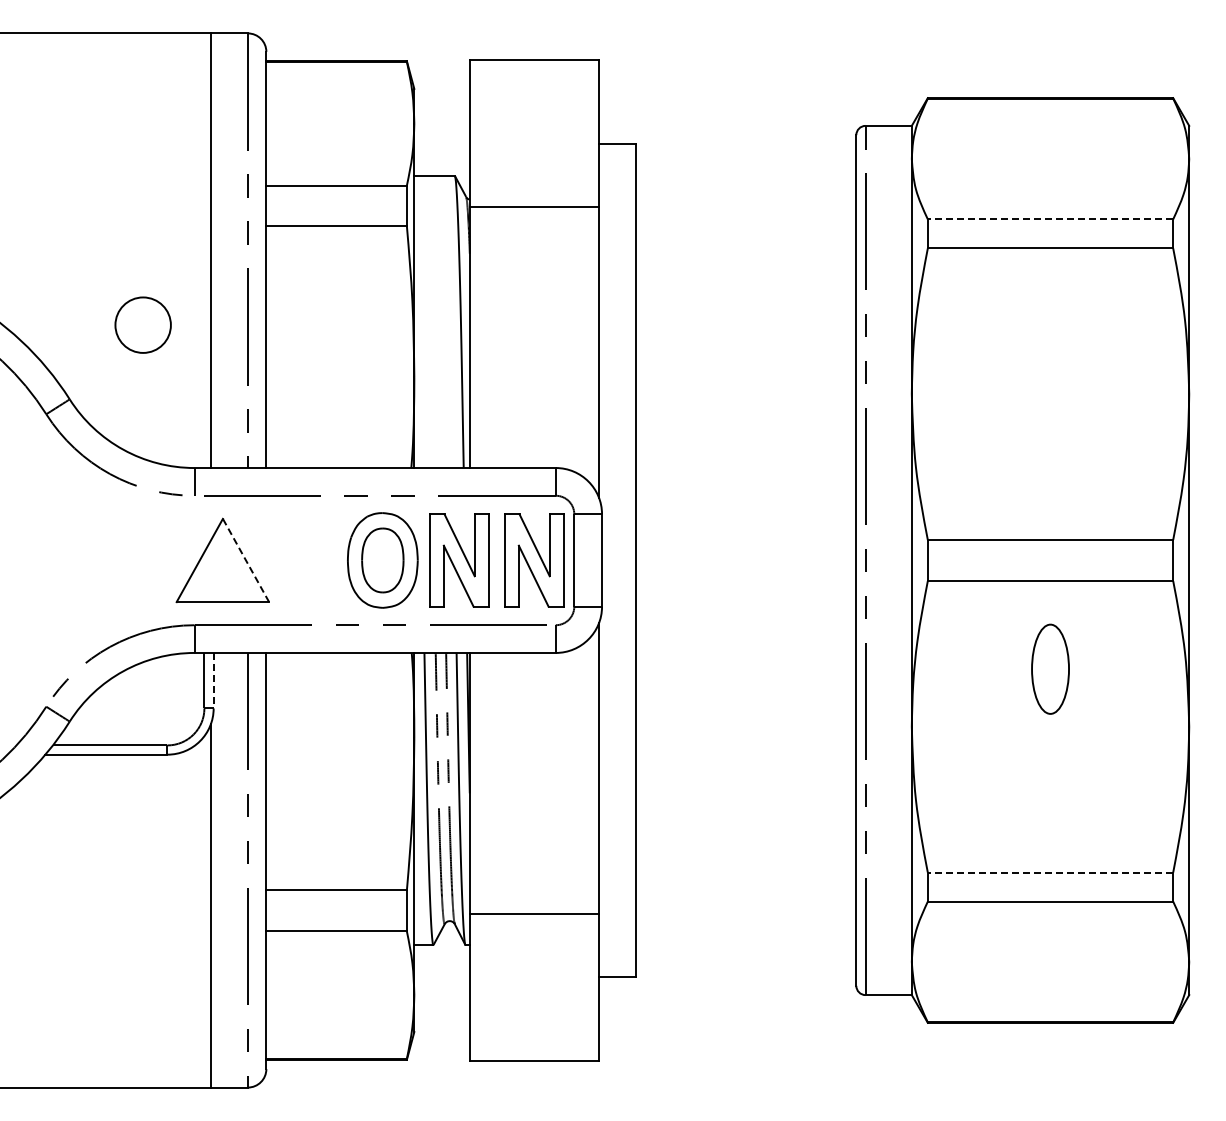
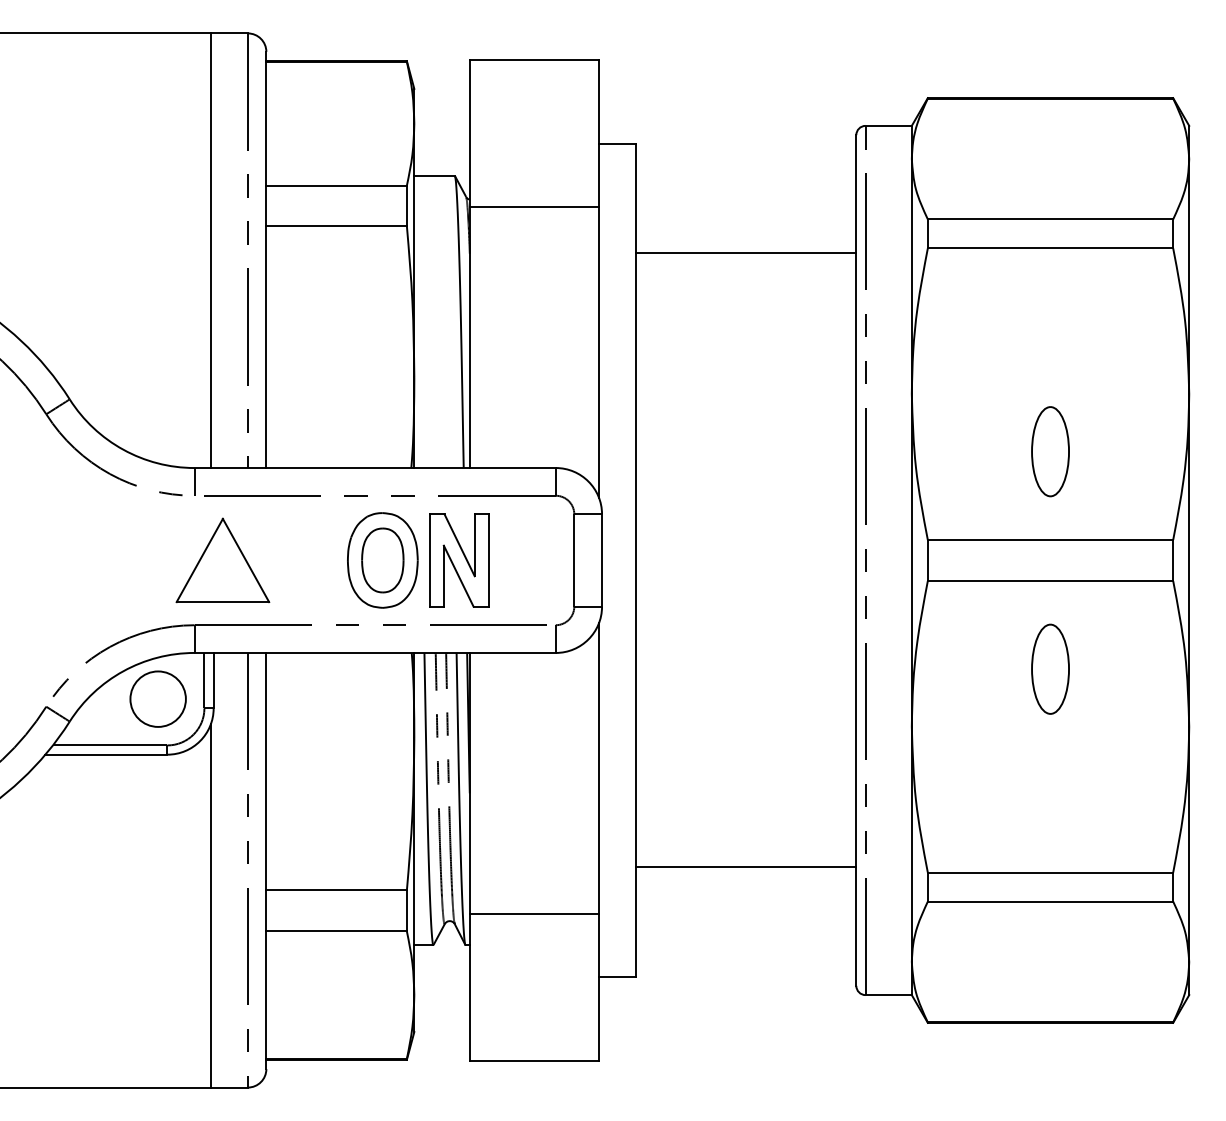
line at (1050, 219): dashed -> solid
line at (746, 253): none -> present
circle at (142, 324) position: (142, 324) -> (157, 698)
part at (1050, 451): none -> present
line at (246, 560): dashed -> solid
part at (534, 560): present -> none
line at (213, 680): dashed -> solid
line at (746, 867): none -> present
line at (1050, 872): dashed -> solid
